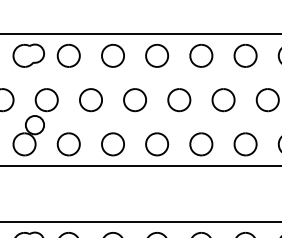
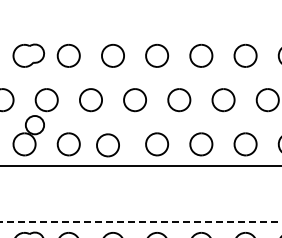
line at (140, 33): present -> none
part at (112, 144) position: (112, 144) -> (107, 145)
line at (140, 221): solid -> dashed
